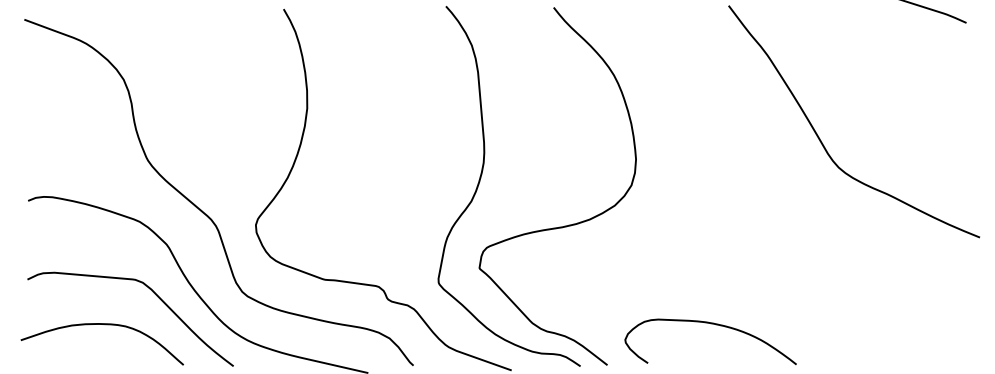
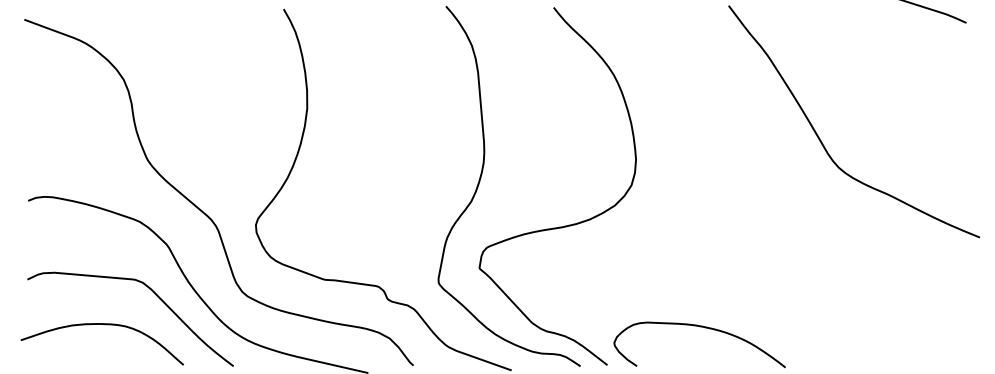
curve at (711, 324) position: (711, 324) -> (700, 327)
